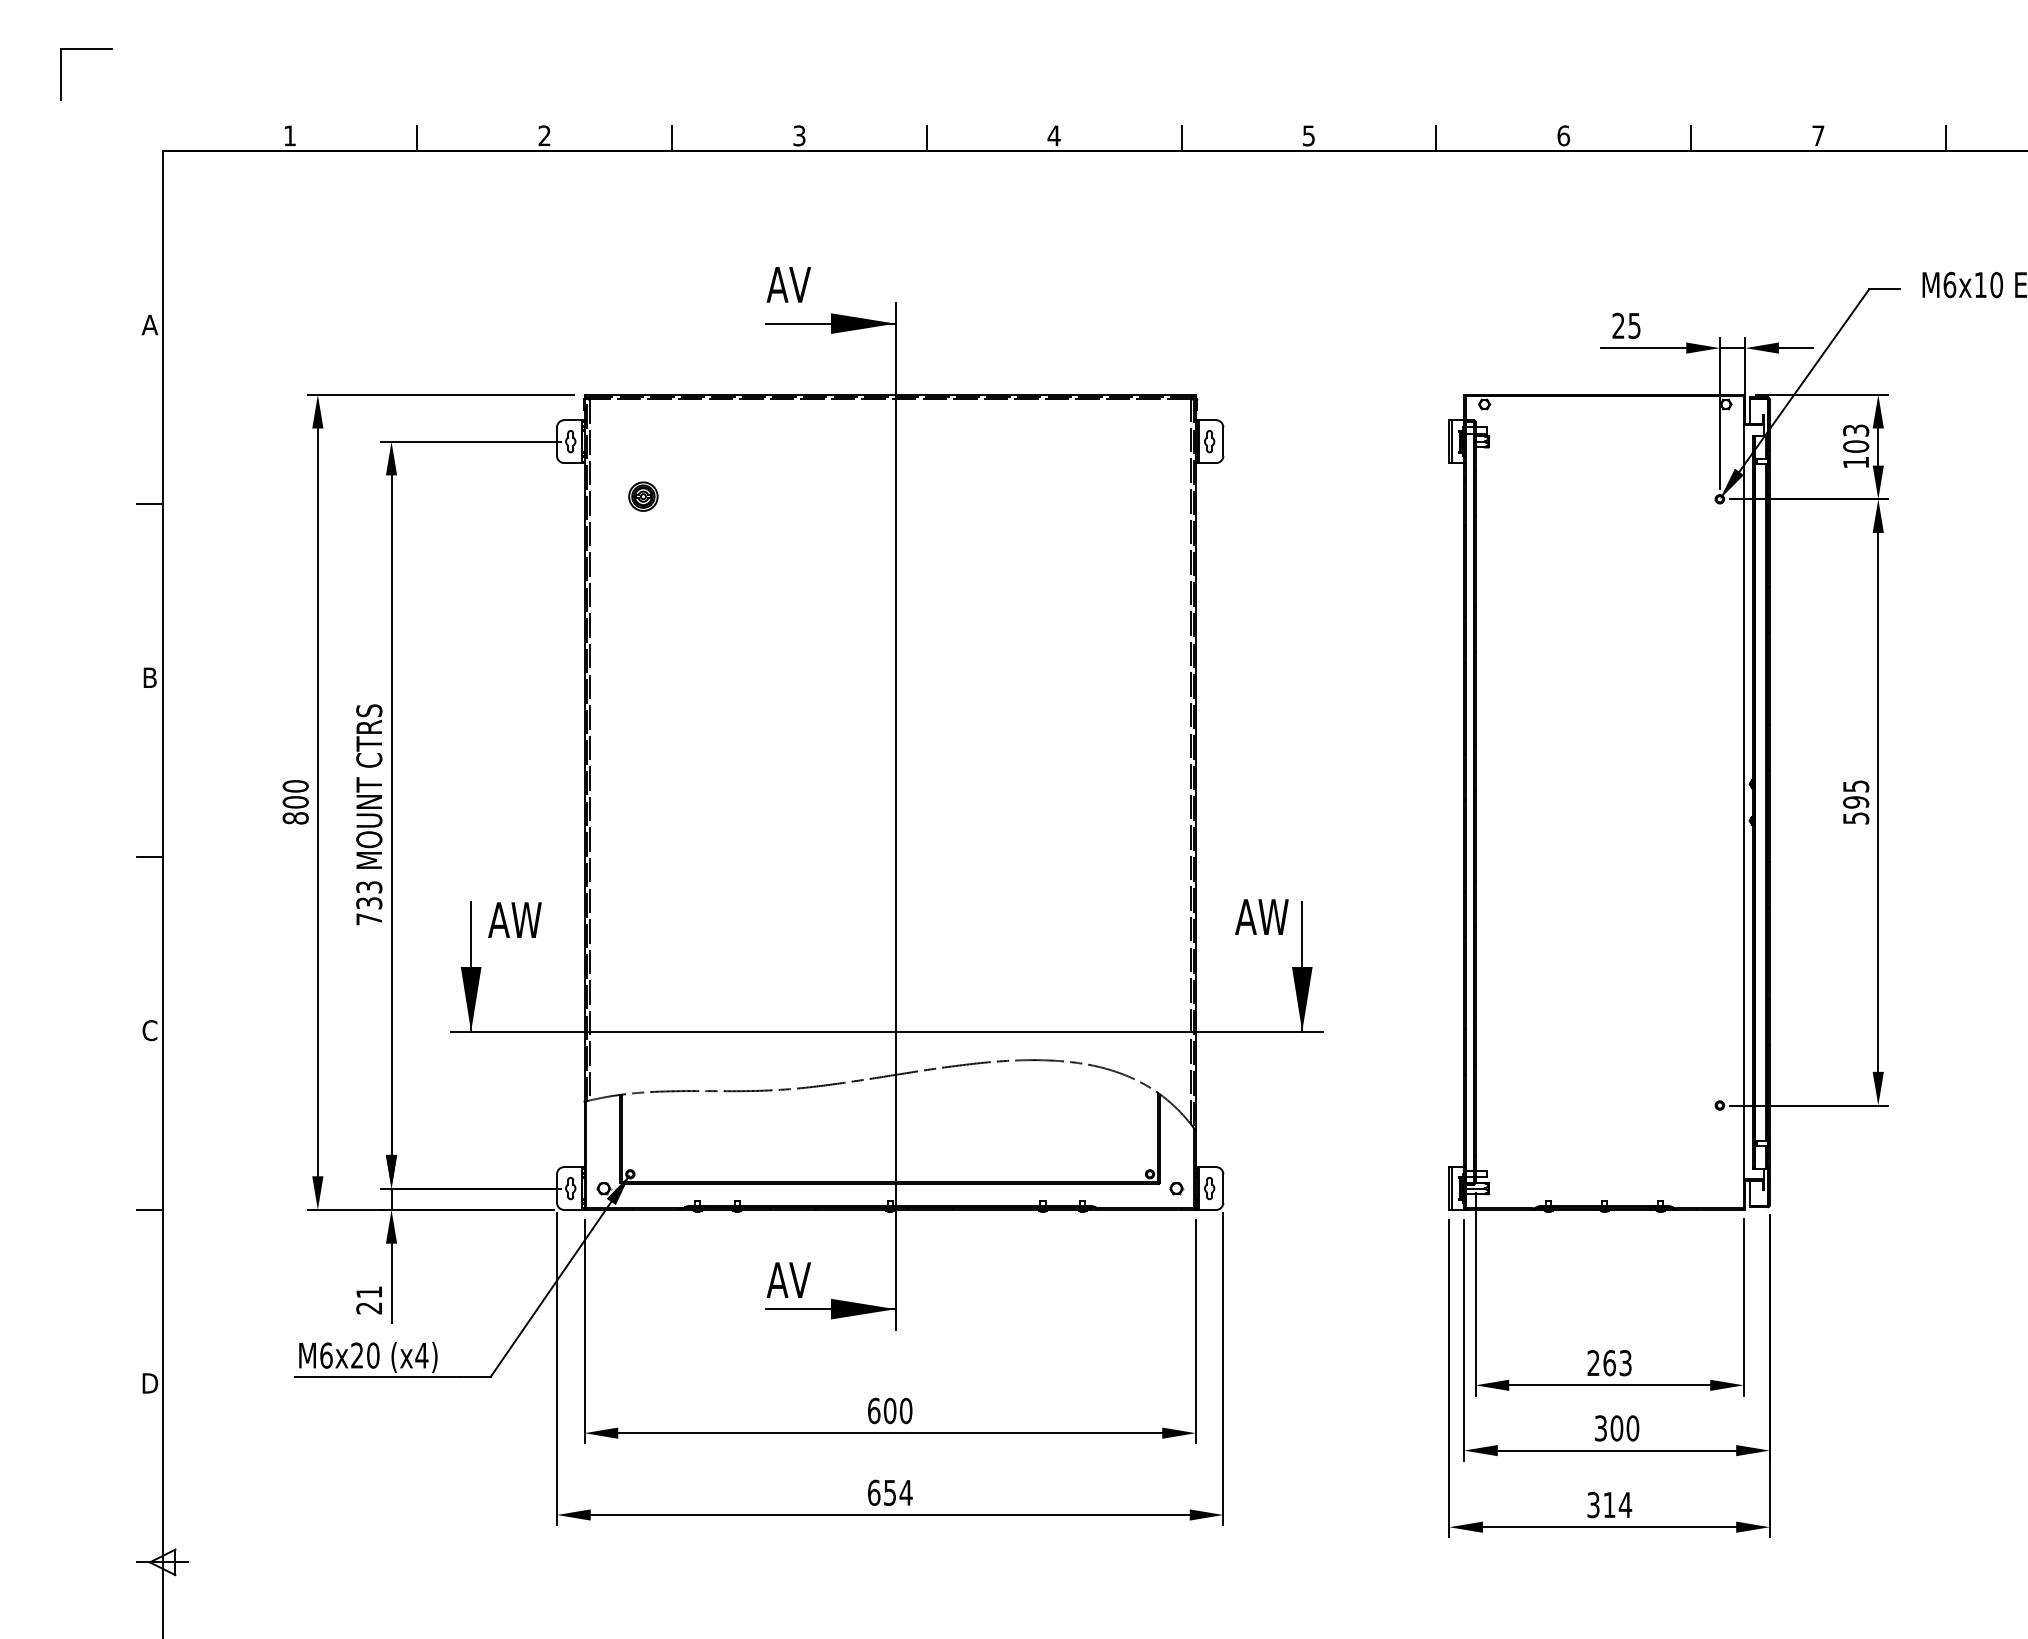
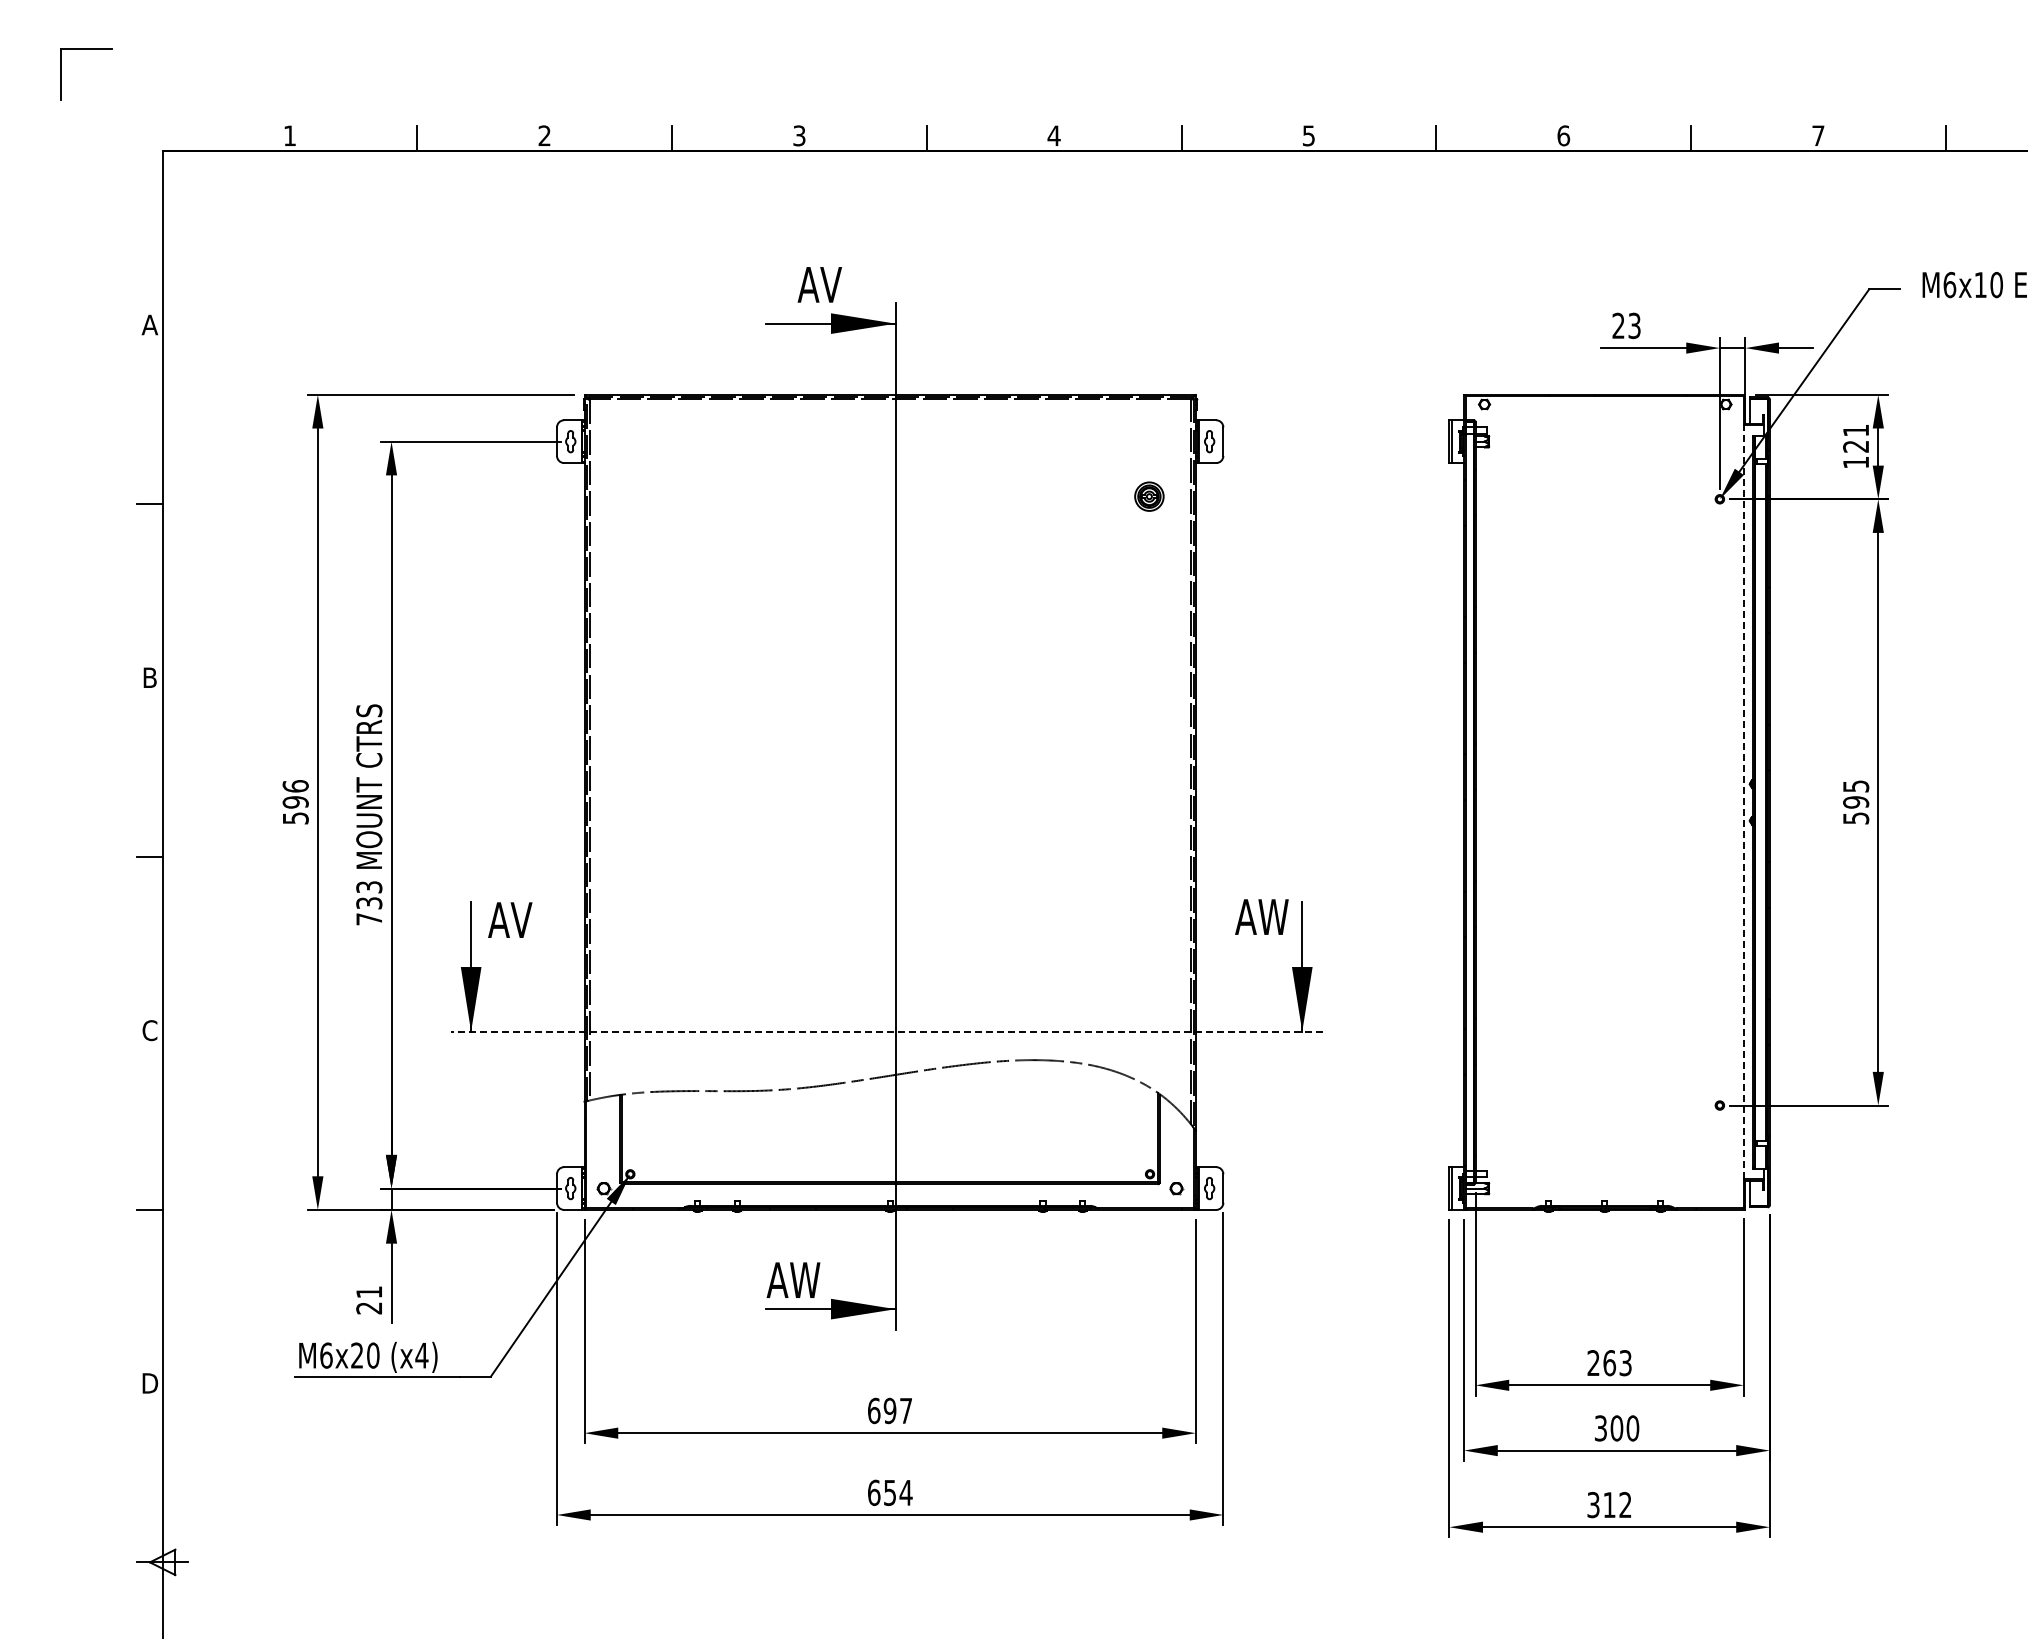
text at (788, 284) position: (788, 284) -> (819, 284)
text at (1634, 325): 25 -> 23
text at (1856, 438): 103 -> 121
part at (643, 496) position: (643, 496) -> (1149, 496)
text at (295, 802): 800 -> 596
line at (1743, 802): solid -> dashed
text at (525, 919): AW -> AV
line at (886, 1031): solid -> dashed
text at (804, 1279): AV -> AW
text at (897, 1410): 600 -> 697
text at (1625, 1504): 314 -> 312
